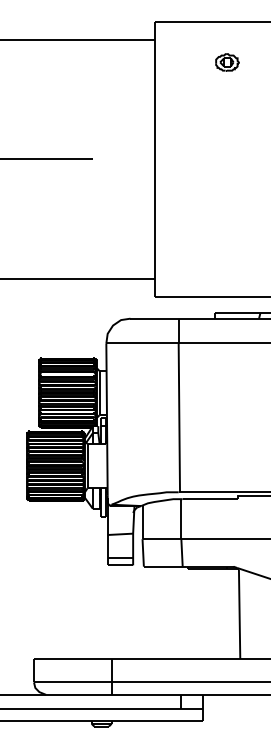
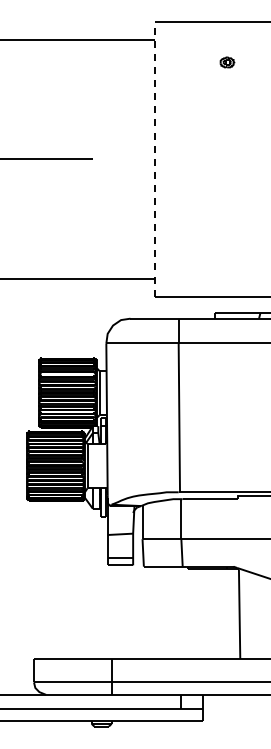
part at (227, 62) size: 25x19 px -> 17x13 px
line at (154, 159): solid -> dashed
